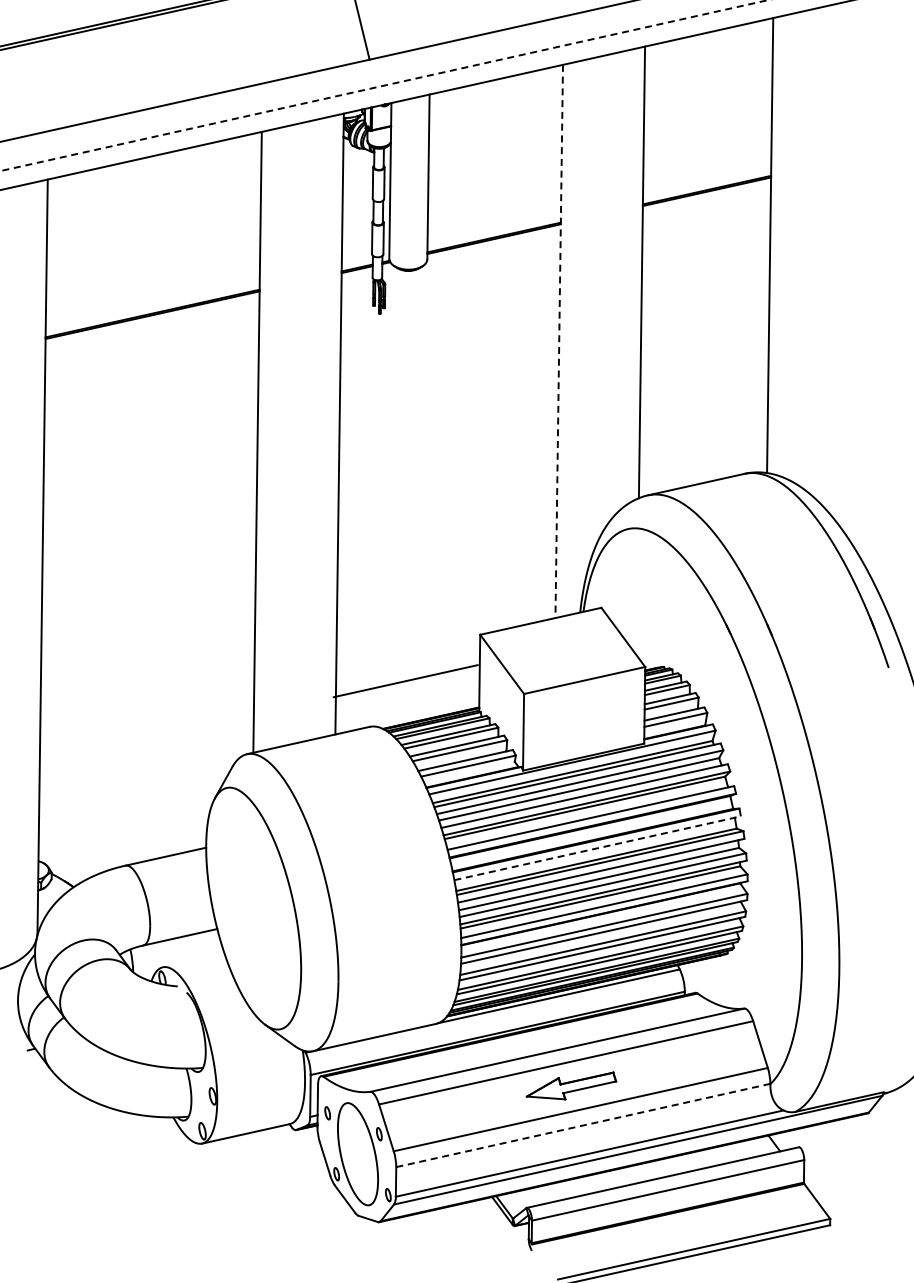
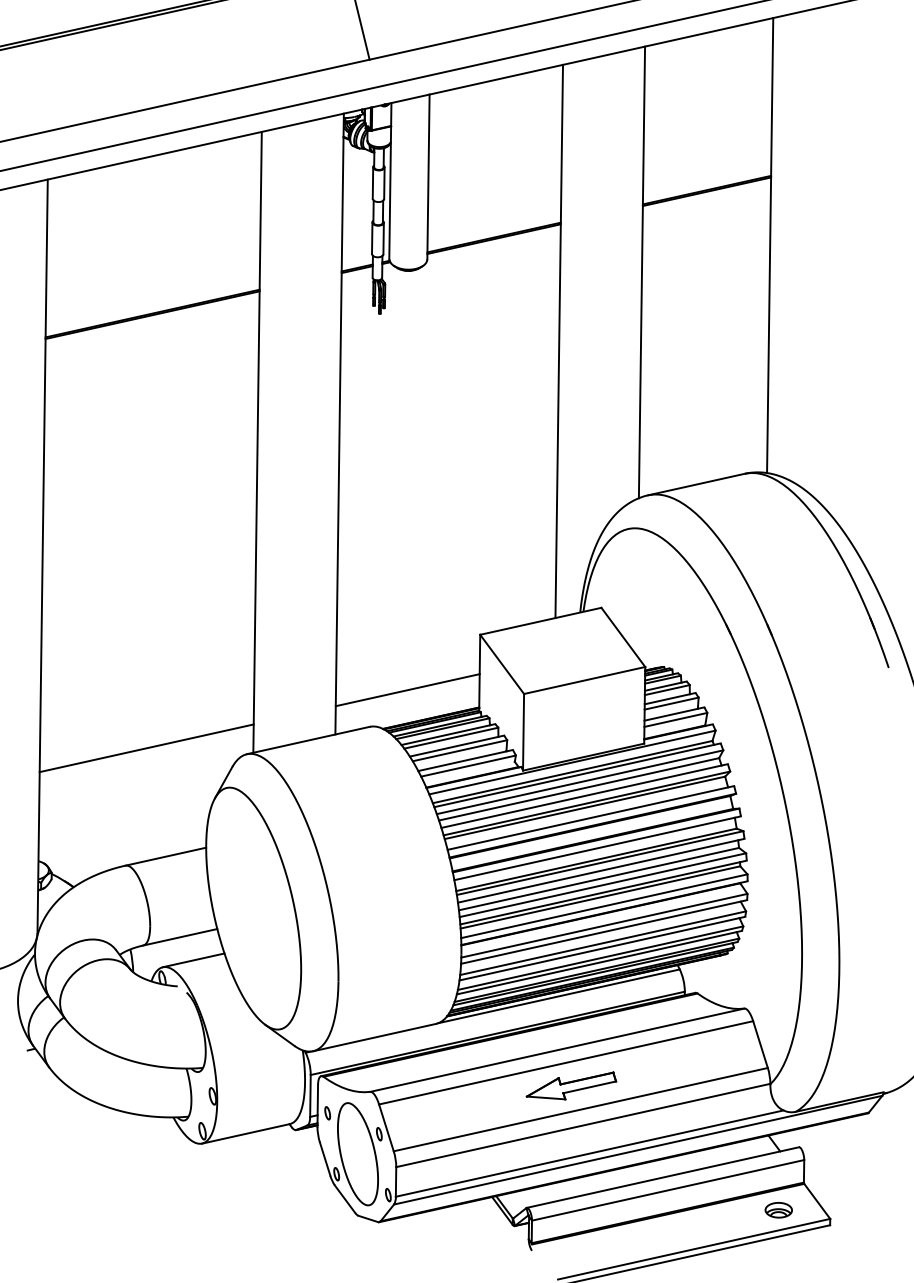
line at (383, 85): dashed -> solid
line at (559, 341): dashed -> solid
line at (405, 681) position: (405, 681) -> (407, 690)
line at (146, 748): none -> present
line at (597, 848): dashed -> solid
line at (193, 960): none -> present
line at (583, 1125): dashed -> solid
part at (778, 1210): none -> present
